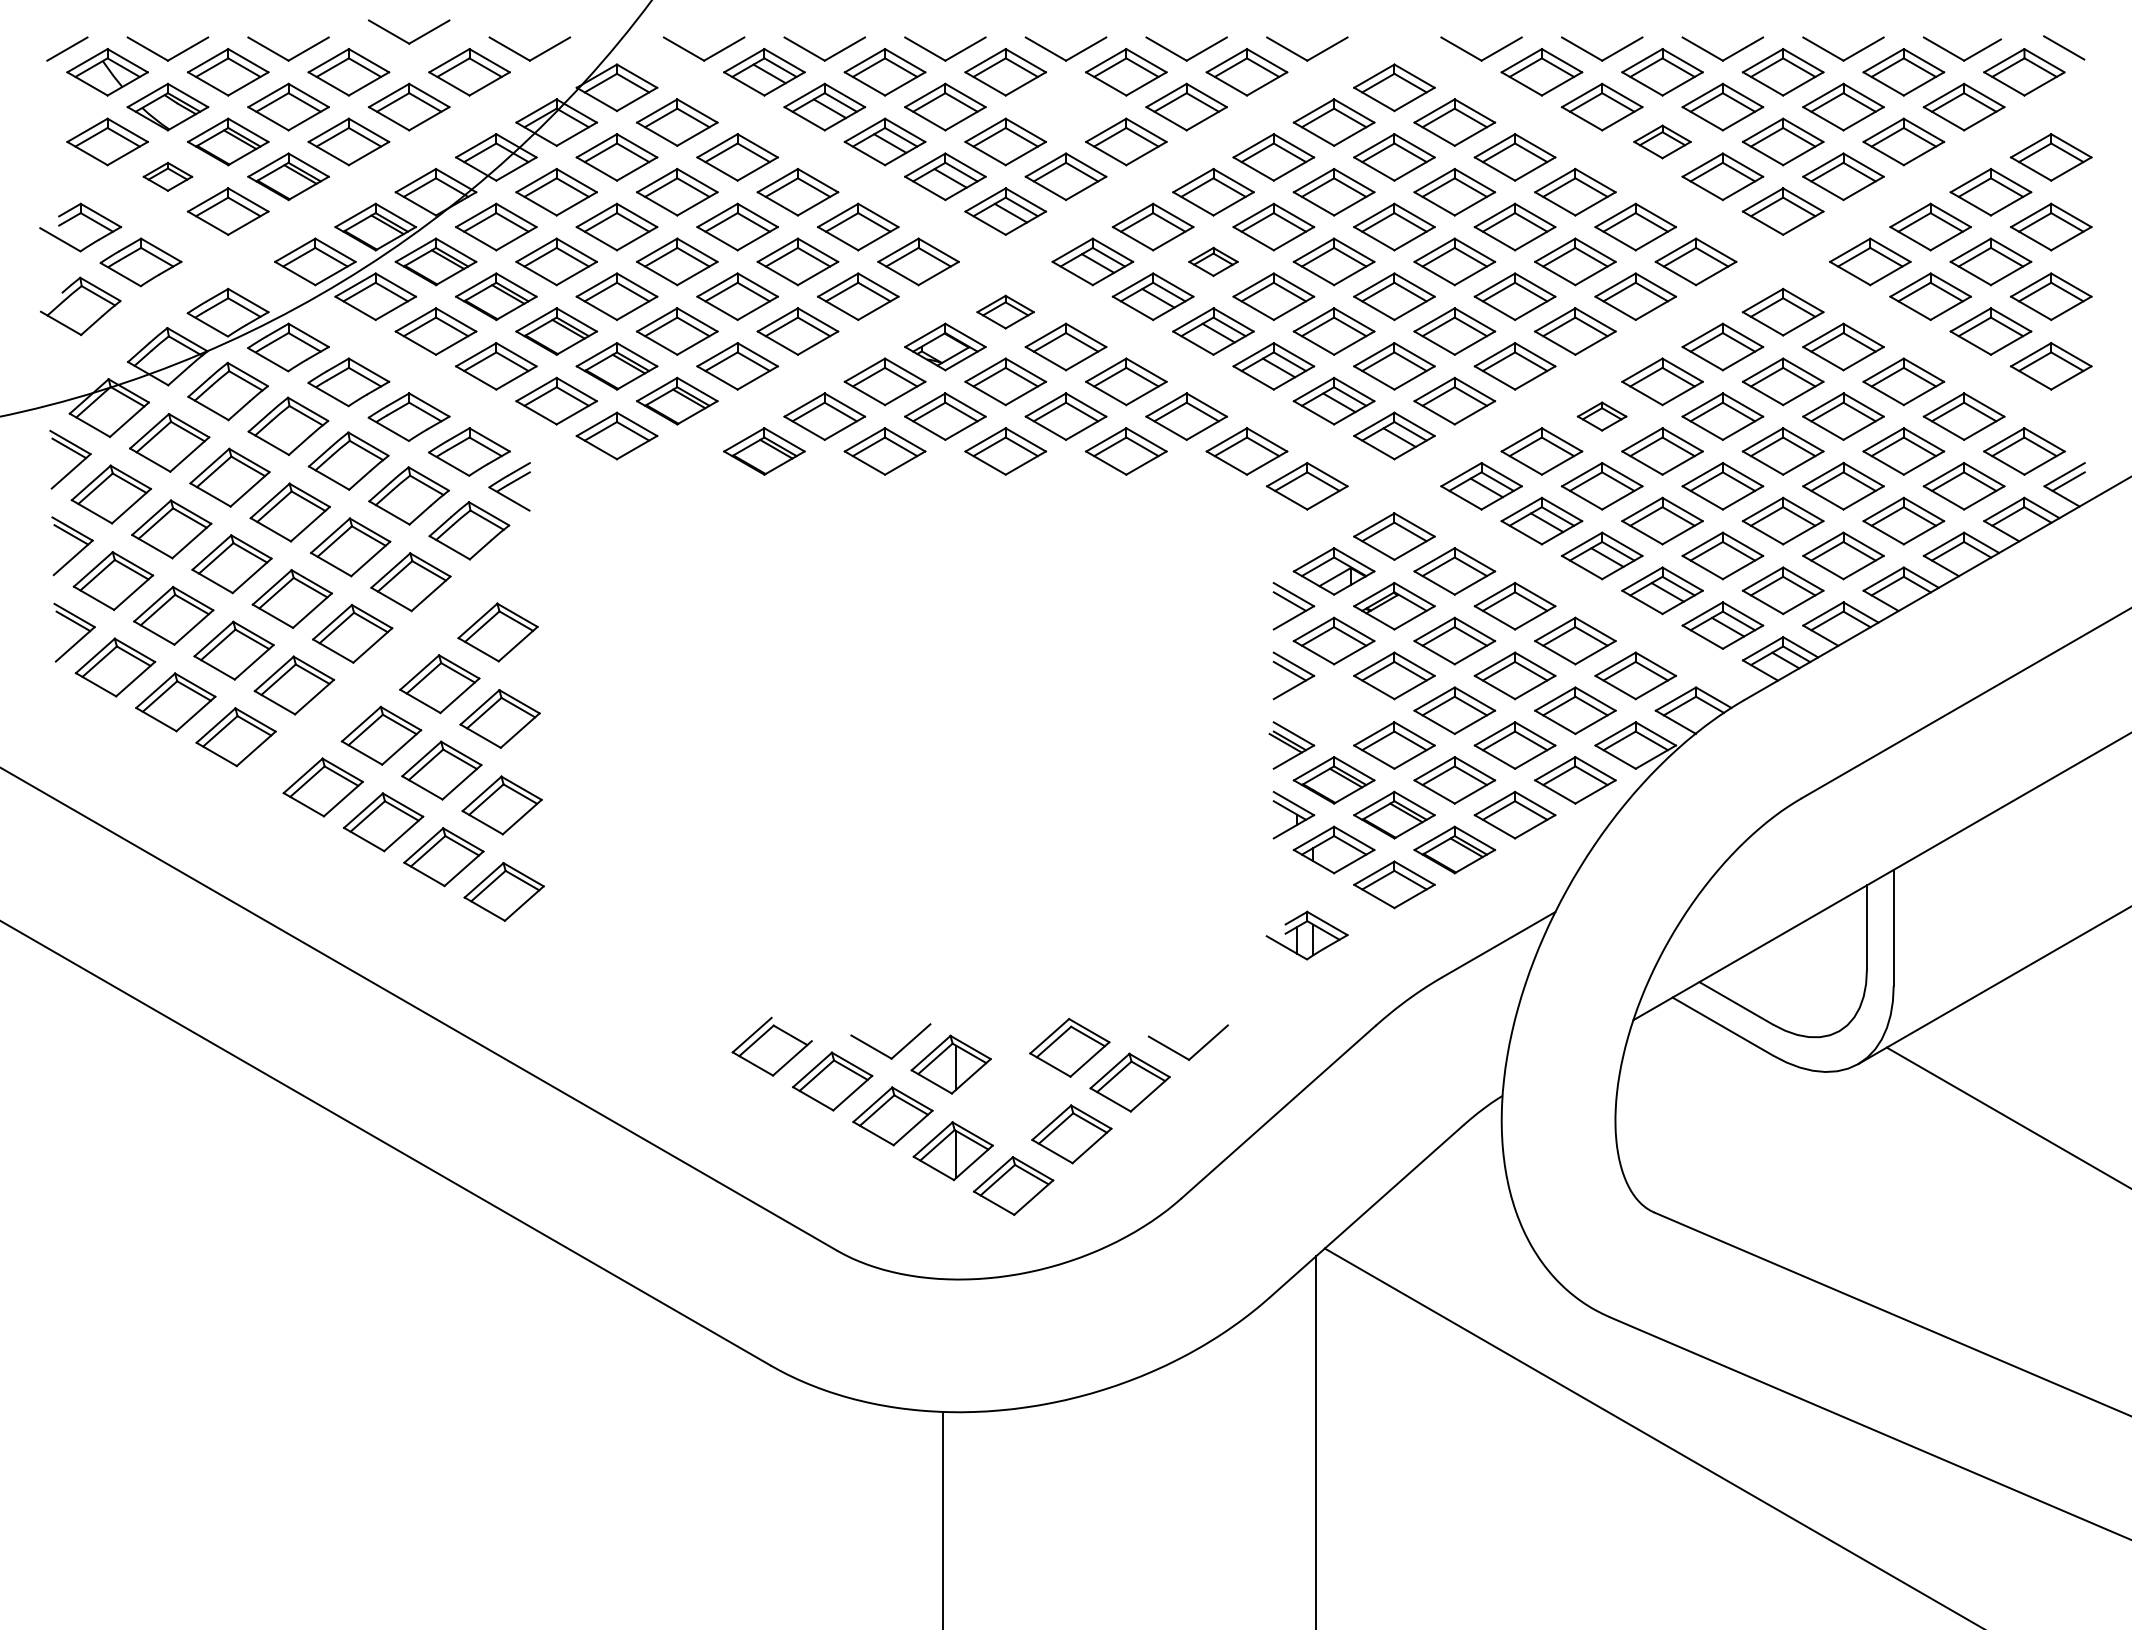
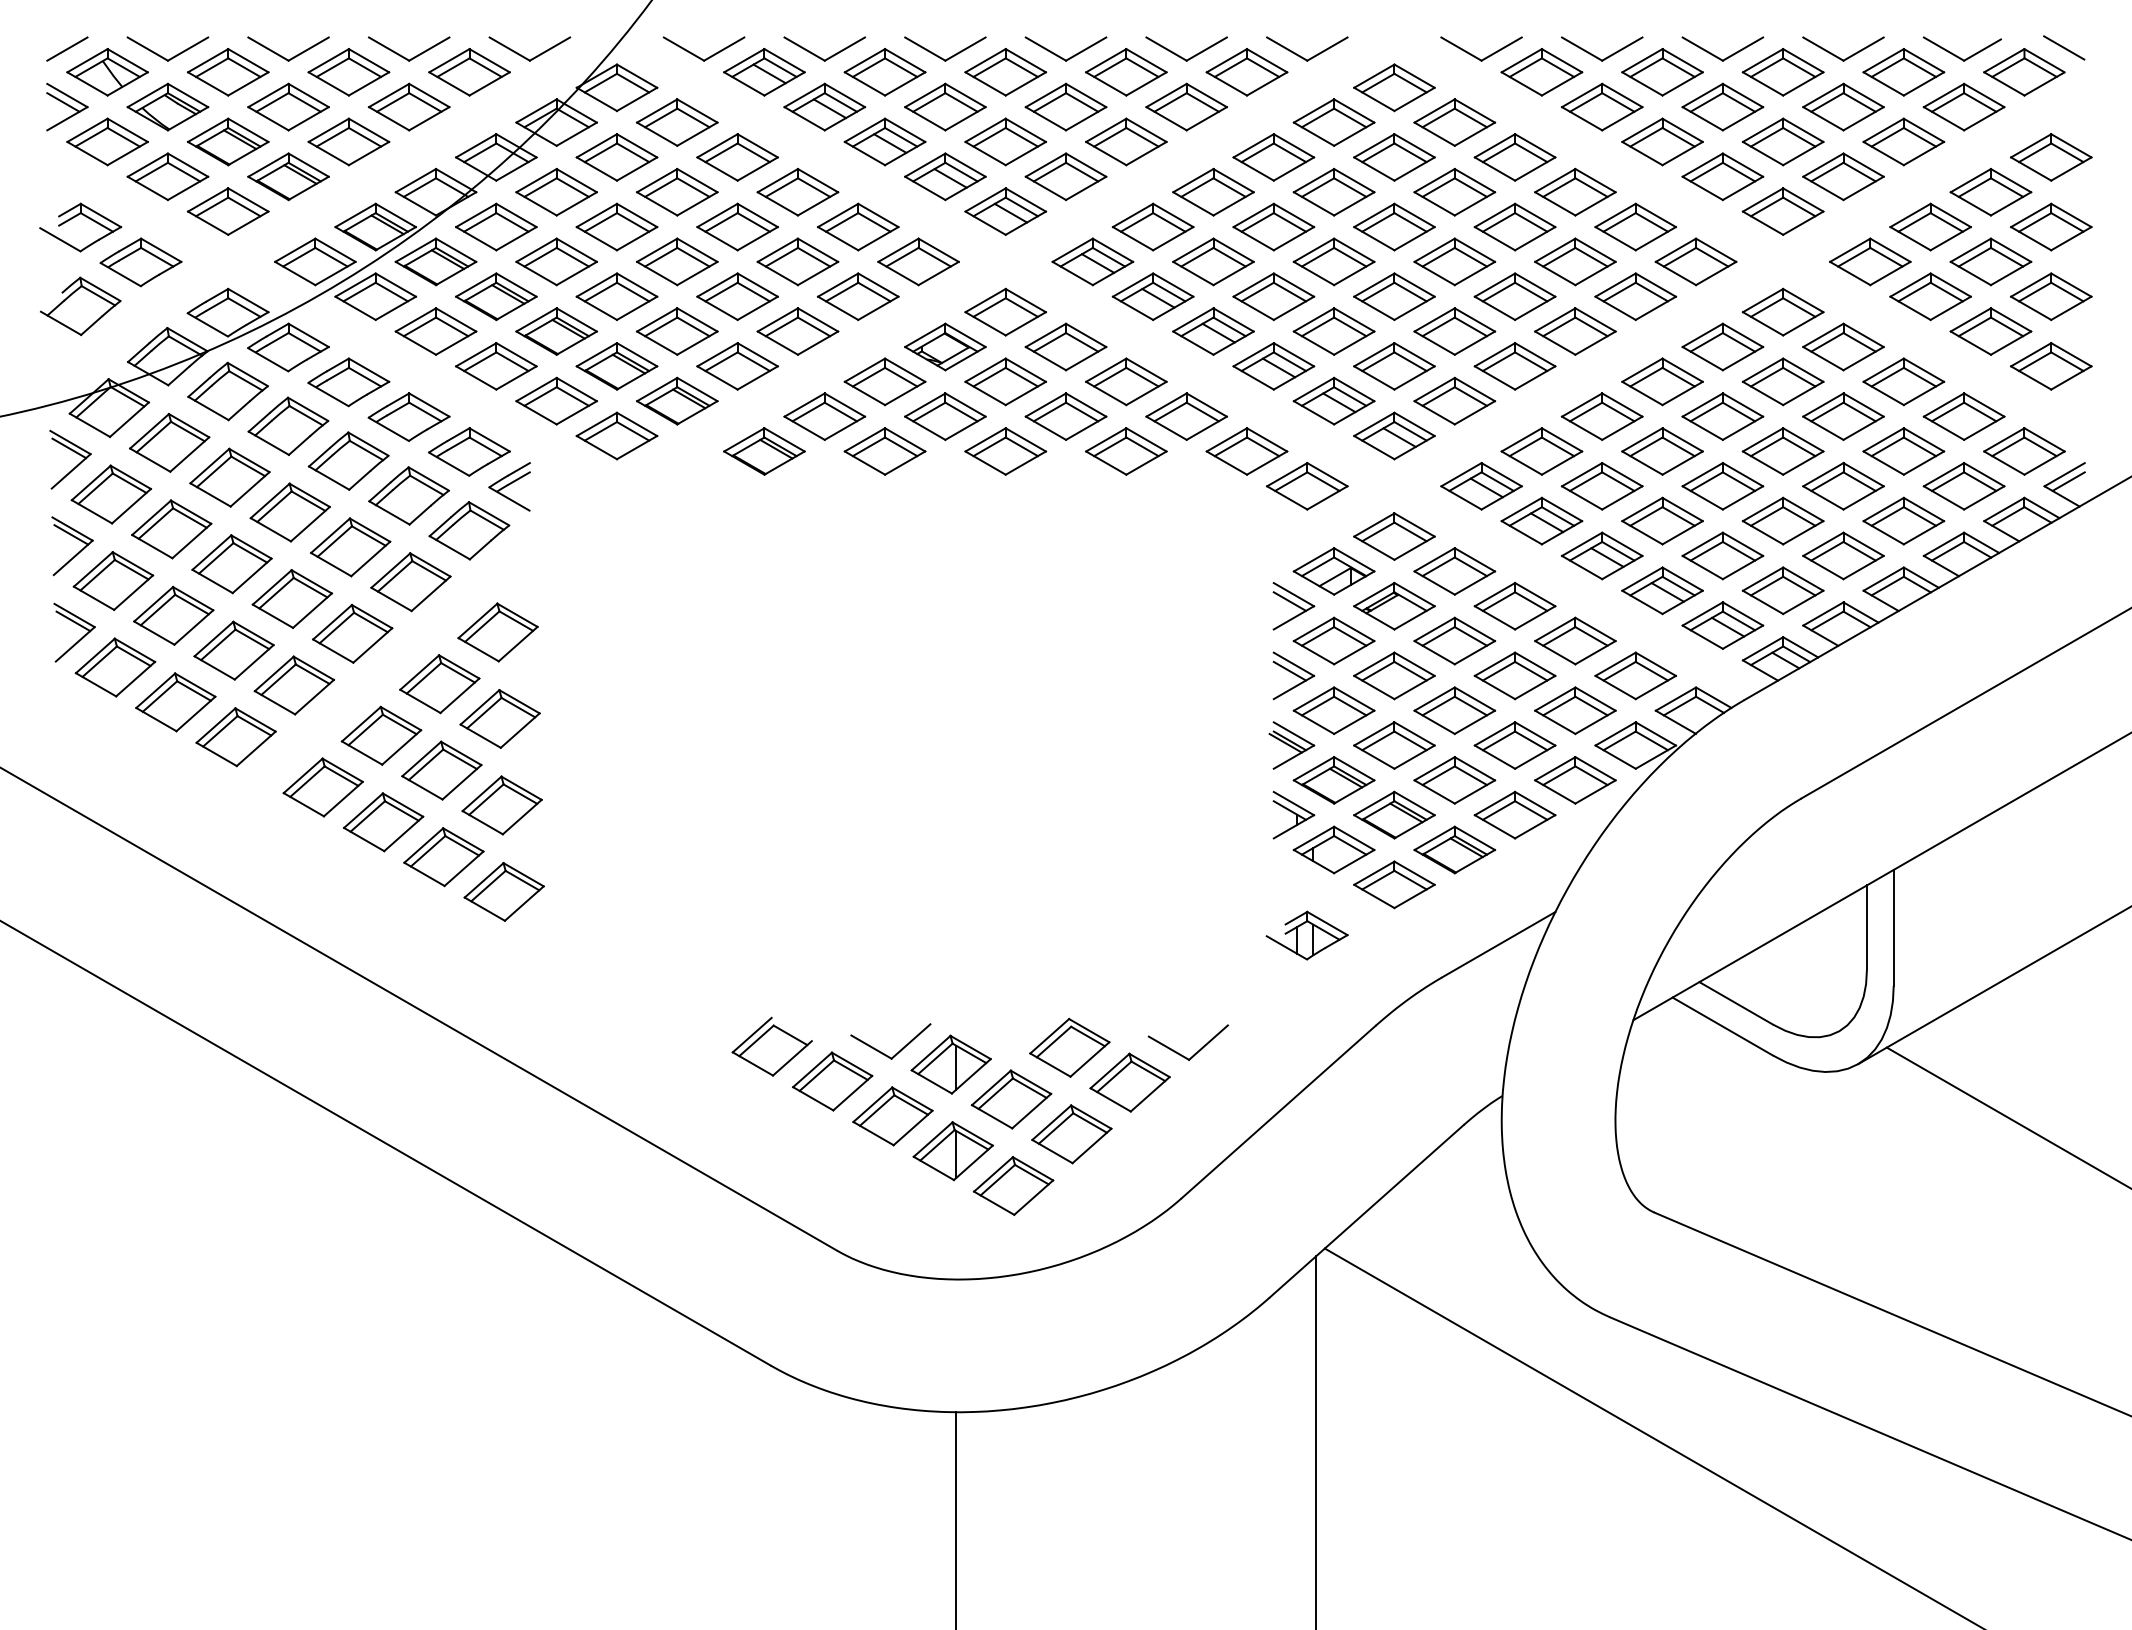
part at (404, 39) position: (404, 39) -> (404, 56)
part at (1065, 106): none -> present
part at (67, 107): none -> present
part at (1662, 141) size: 59x36 px -> 83x50 px
part at (167, 176) size: 52x31 px -> 84x50 px
part at (1213, 261) size: 51x31 px -> 83x50 px
part at (1005, 311) size: 59x36 px -> 83x50 px
part at (1601, 416) size: 52x31 px -> 84x49 px
part at (1333, 710): none -> present
part at (1011, 1099): none -> present
line at (943, 1519) position: (943, 1519) -> (956, 1519)
